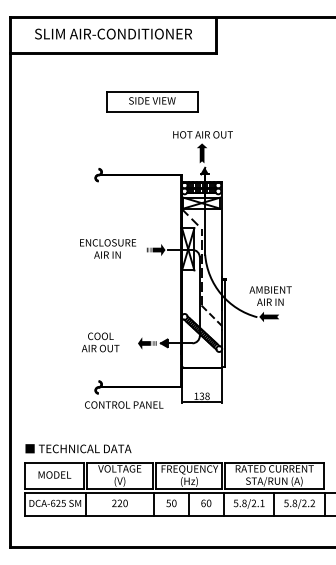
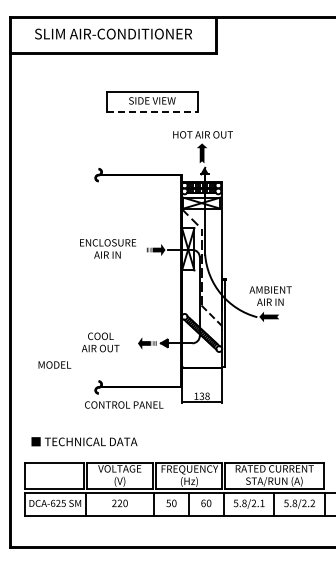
line at (152, 111): solid -> dashed
text at (78, 448) position: (78, 448) -> (84, 441)
text at (54, 474) position: (54, 474) -> (54, 364)
